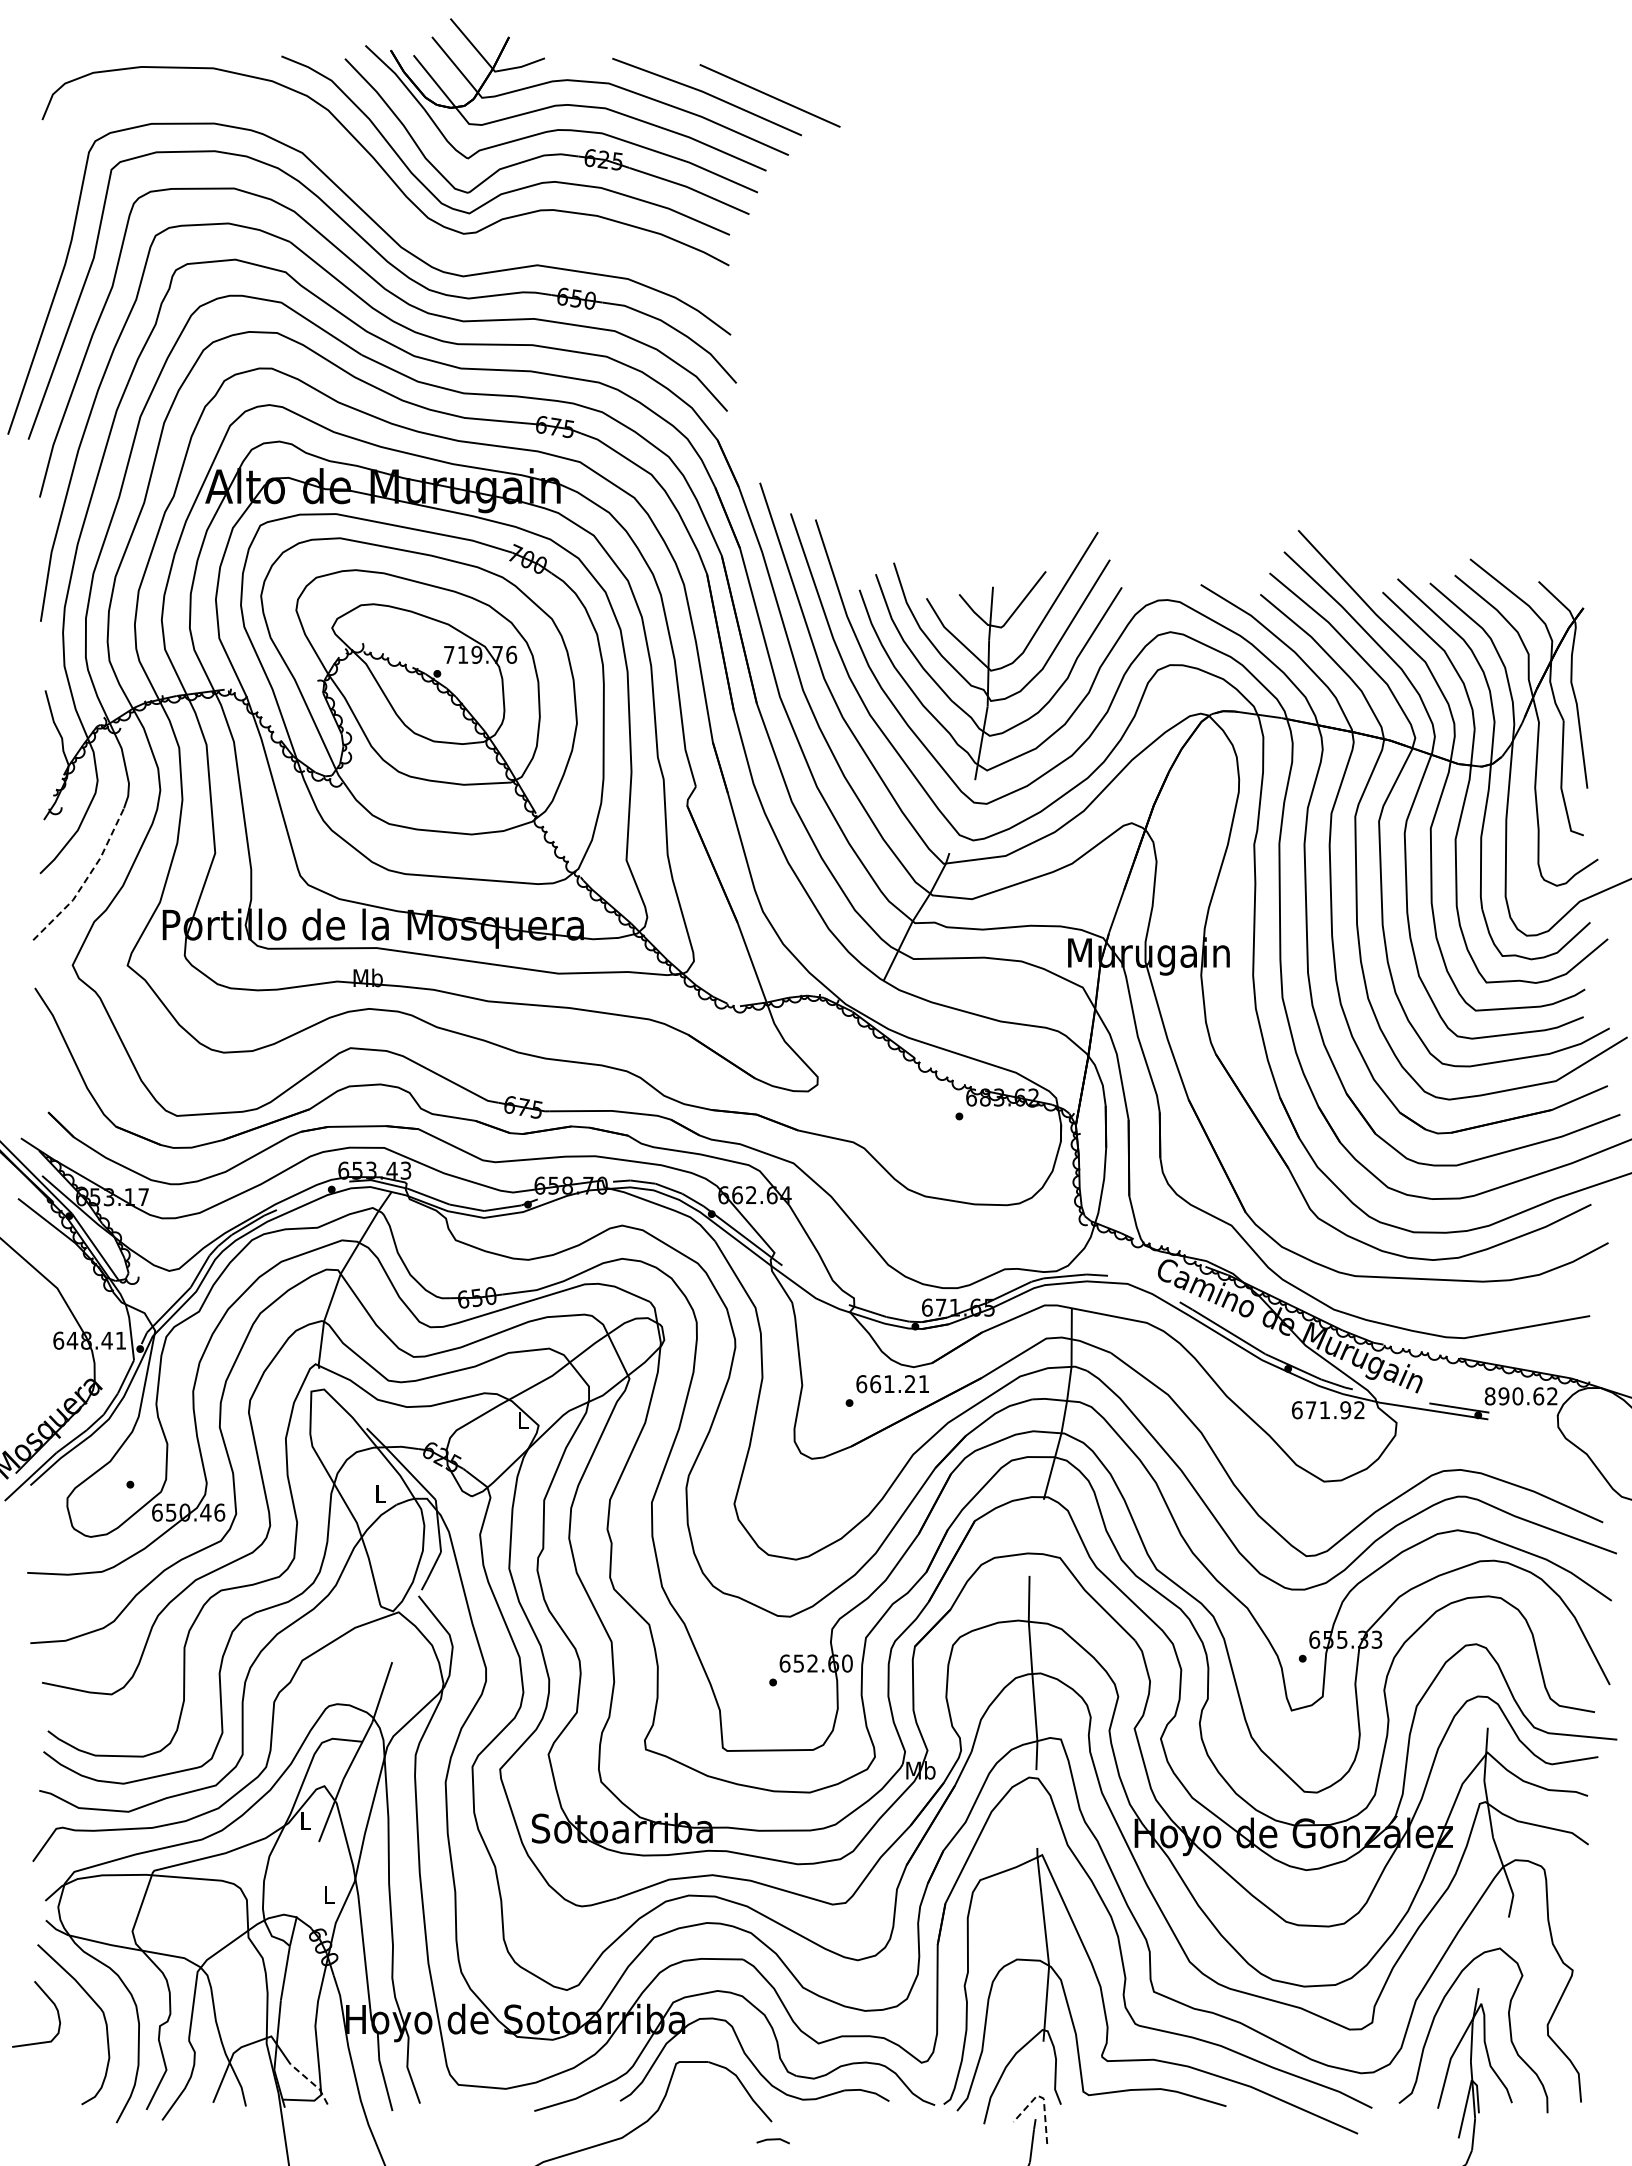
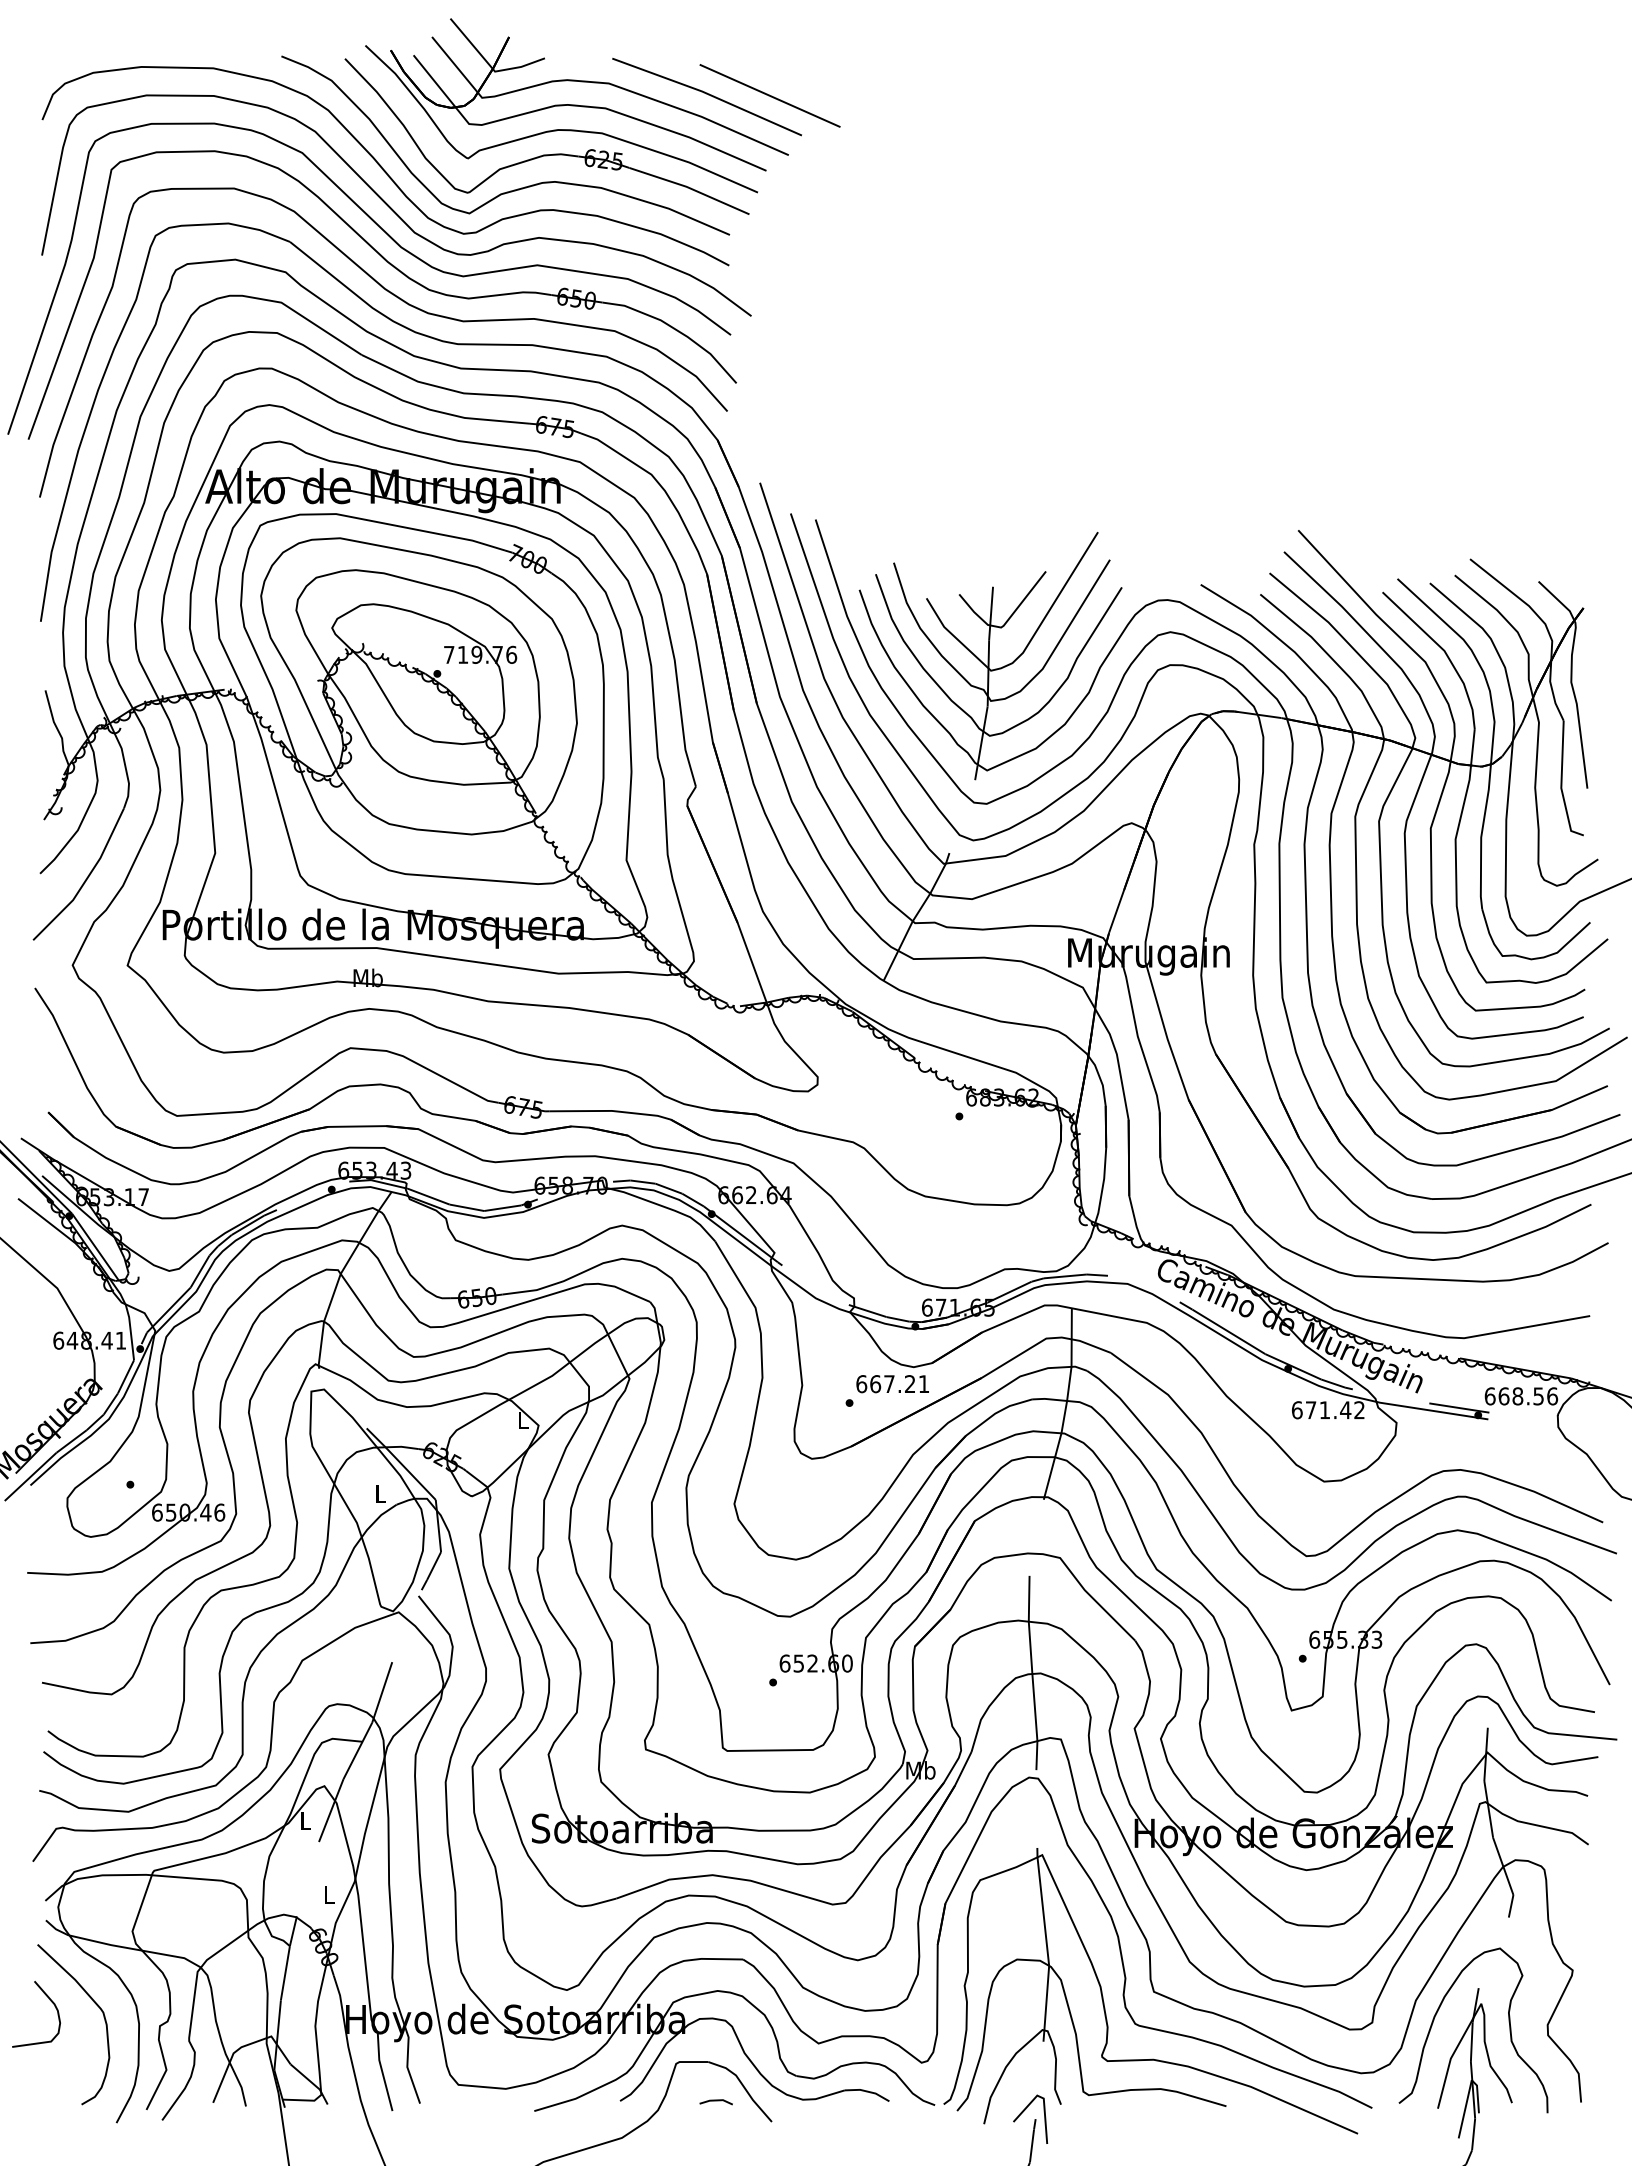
curve at (392, 208): none -> present
line at (86, 879): dashed -> solid
text at (889, 1383): 661.21 -> 667.21
text at (1521, 1396): 890.62 -> 668.56
text at (1345, 1410): 671.92 -> 671.42
line at (311, 2082): dashed -> solid
line at (1043, 2098): dashed -> solid
line at (772, 2140) position: (772, 2140) -> (715, 2101)
